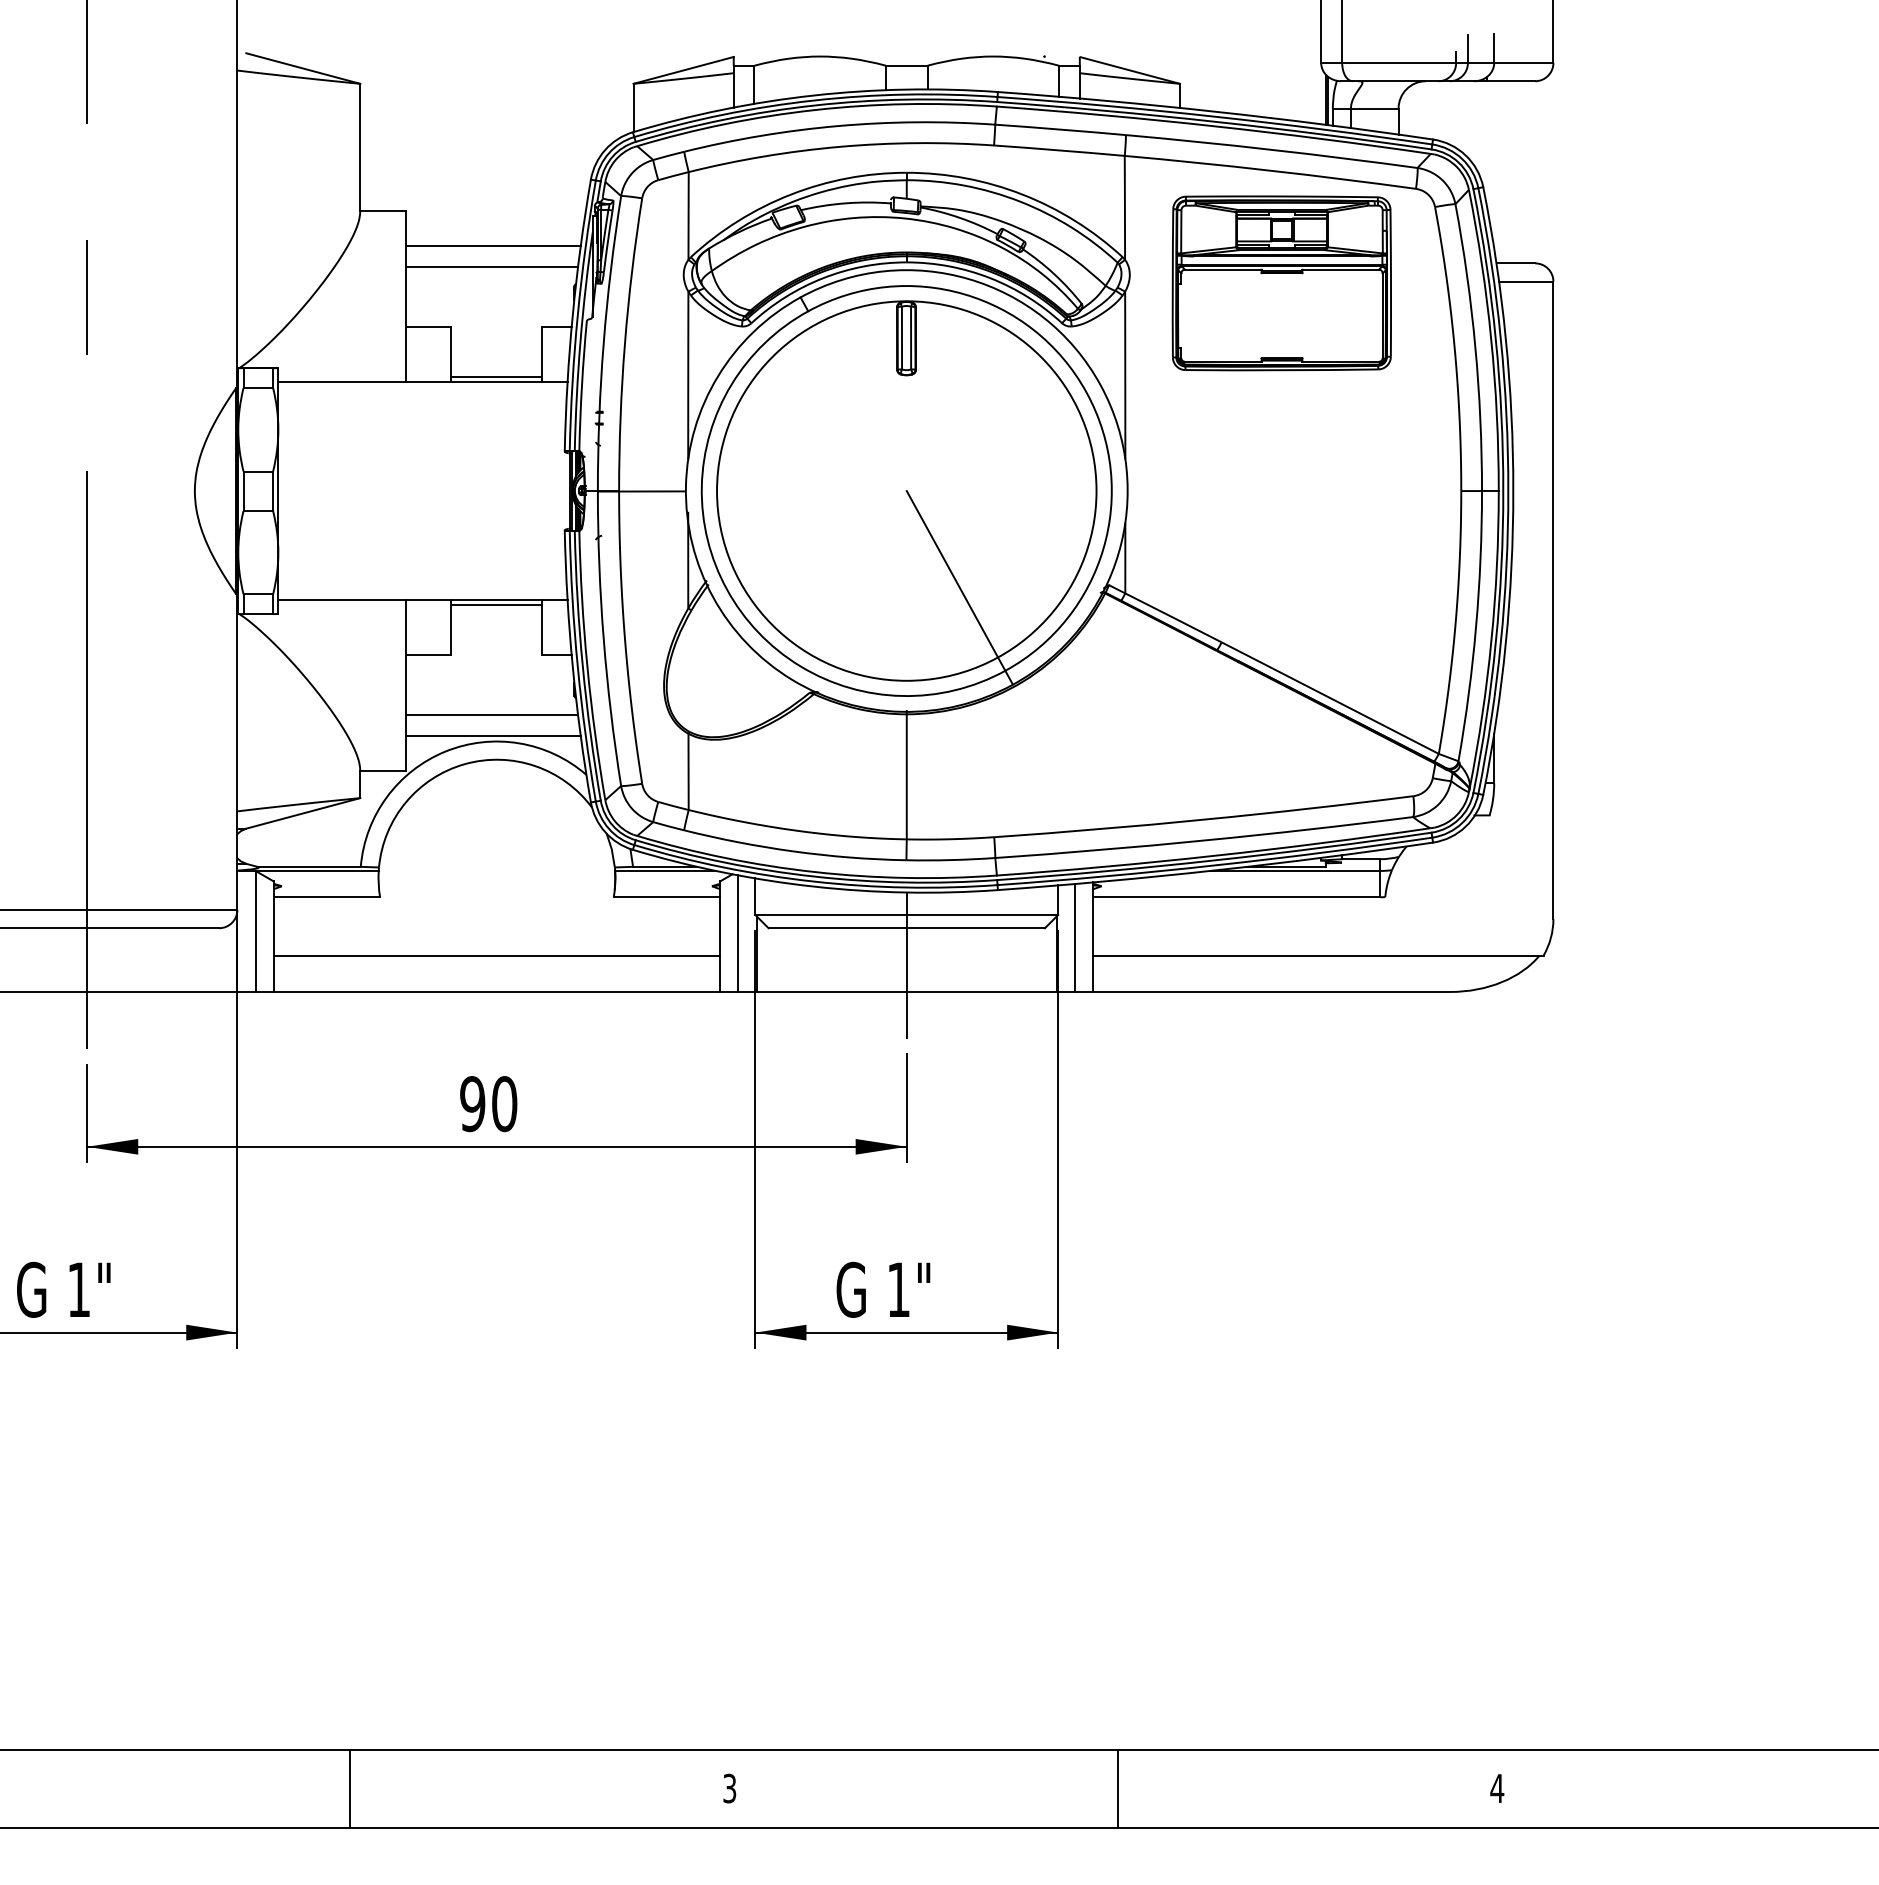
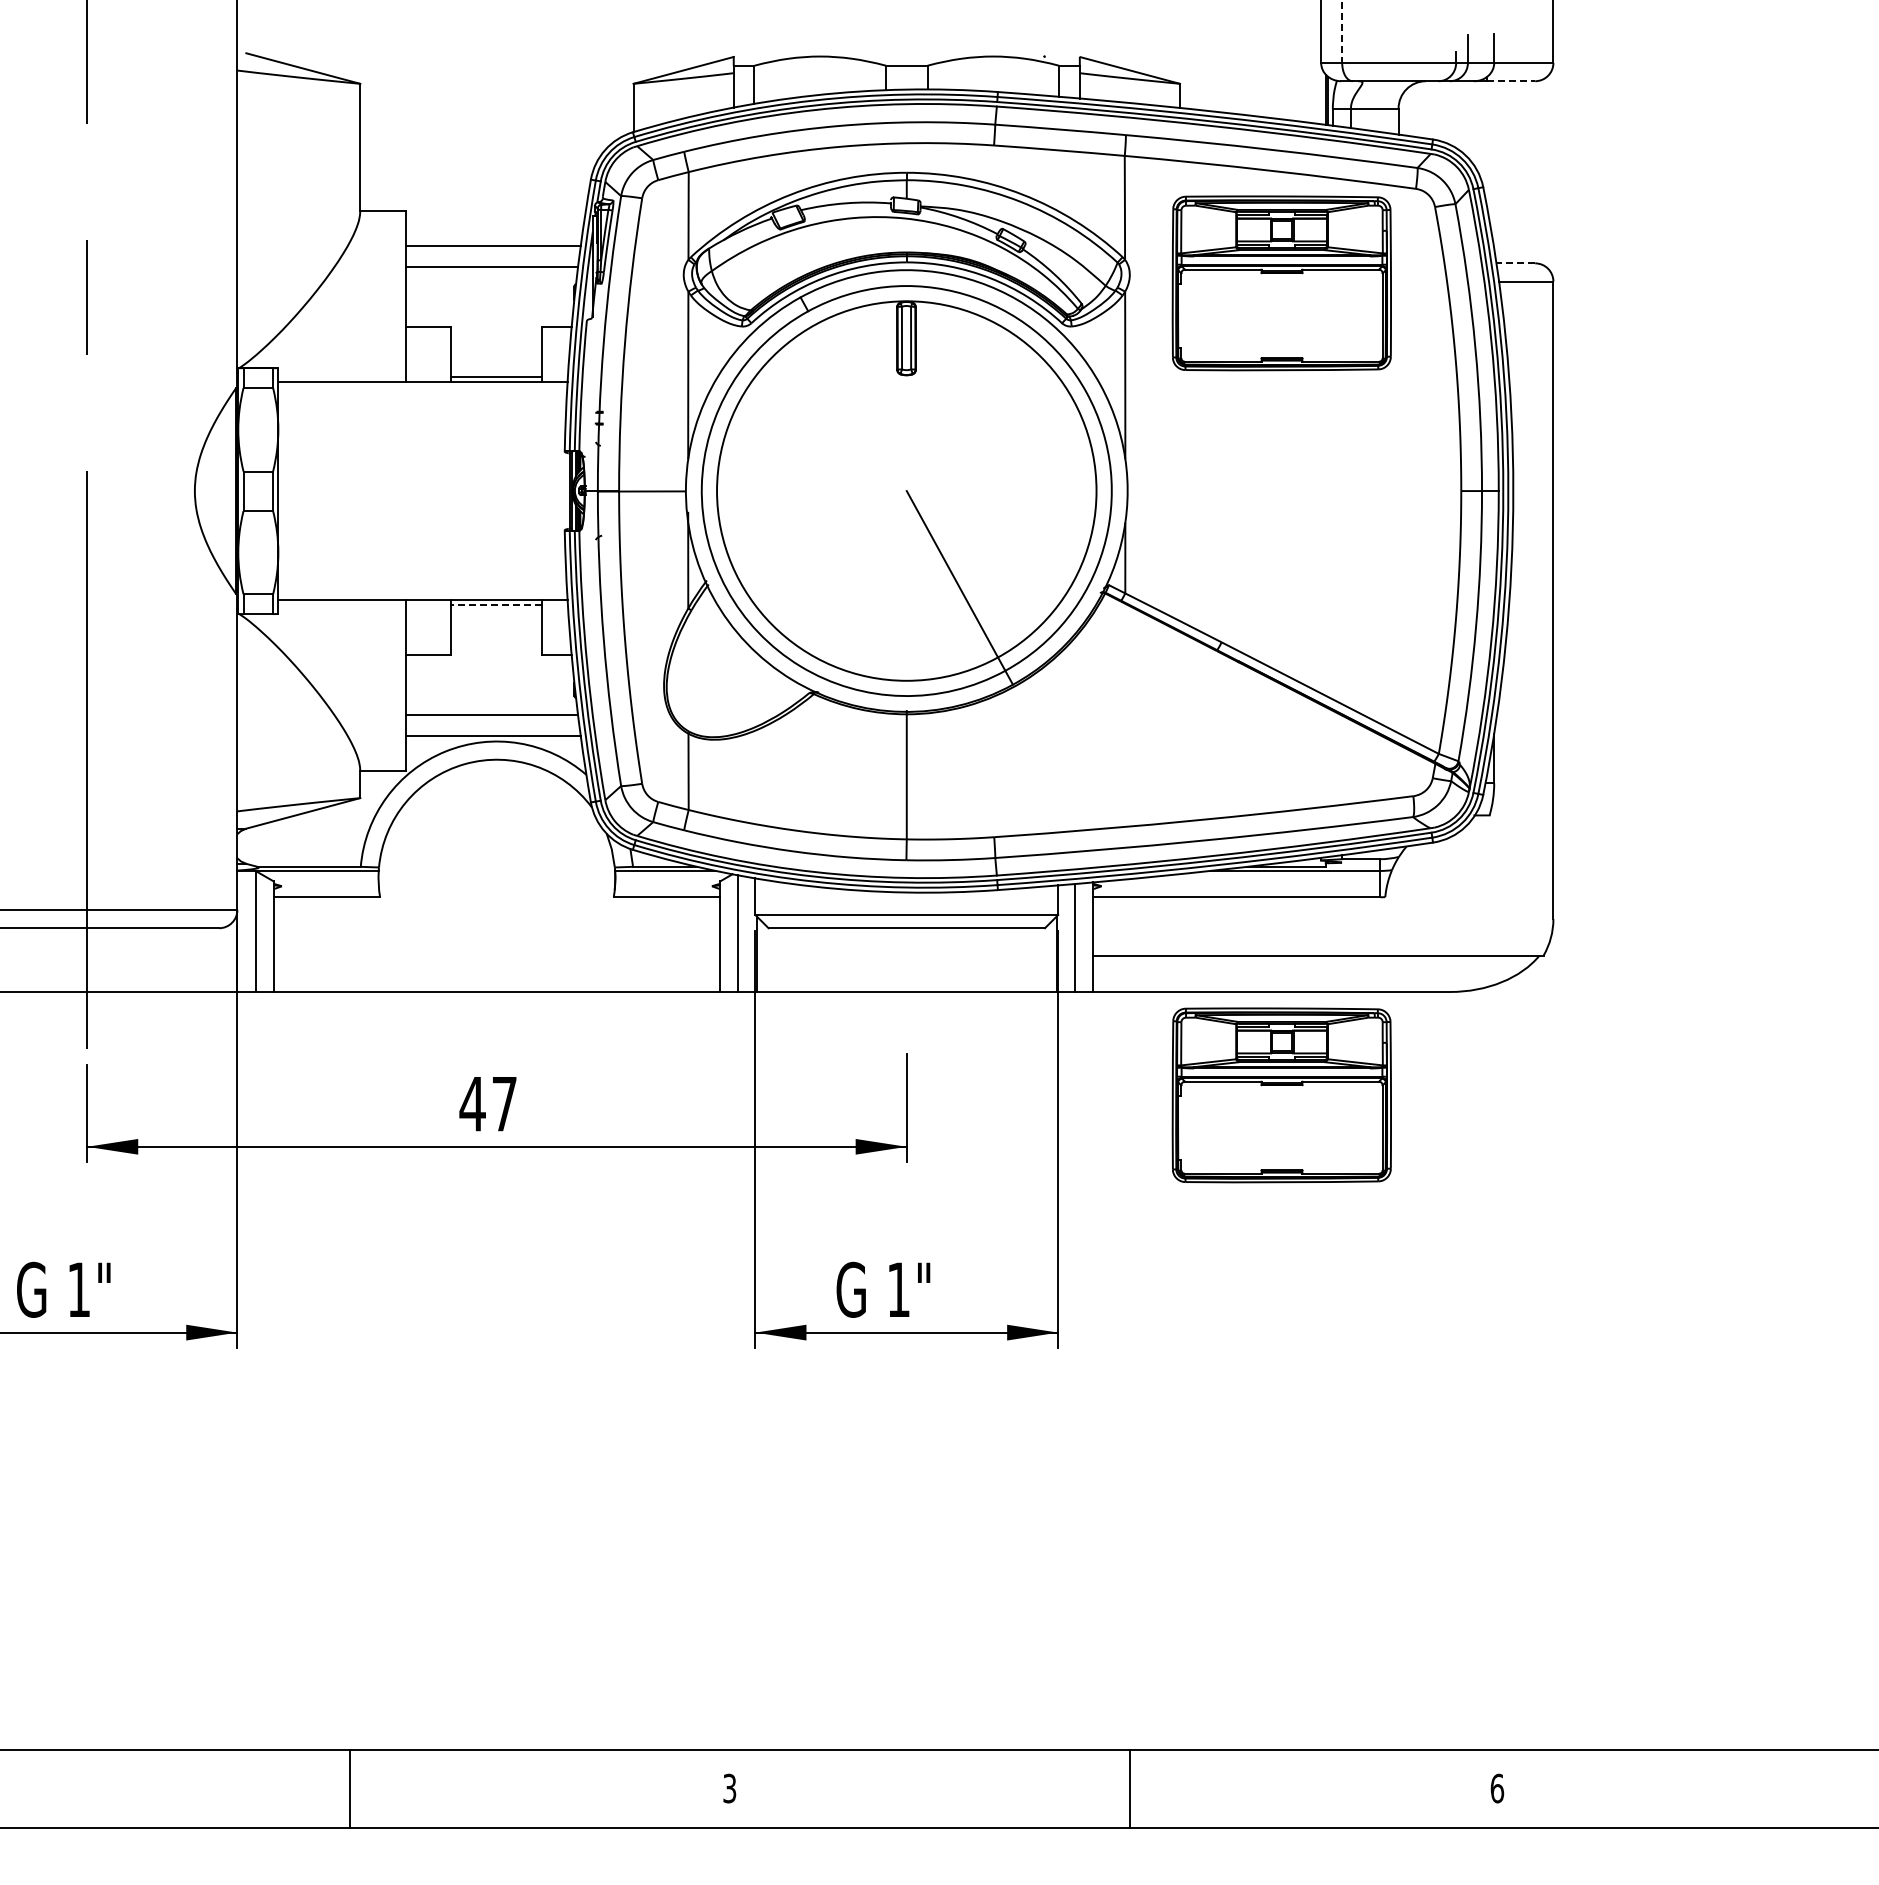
line at (1342, 32): solid -> dashed
line at (1511, 81): solid -> dashed
line at (1515, 263): solid -> dashed
line at (496, 604): solid -> dashed
line at (496, 955): present -> none
line at (906, 965): present -> none
part at (1281, 1095): none -> present
text at (488, 1104): 90 -> 47
text at (1497, 1788): 4 -> 6
line at (1117, 1789) position: (1117, 1789) -> (1129, 1789)
